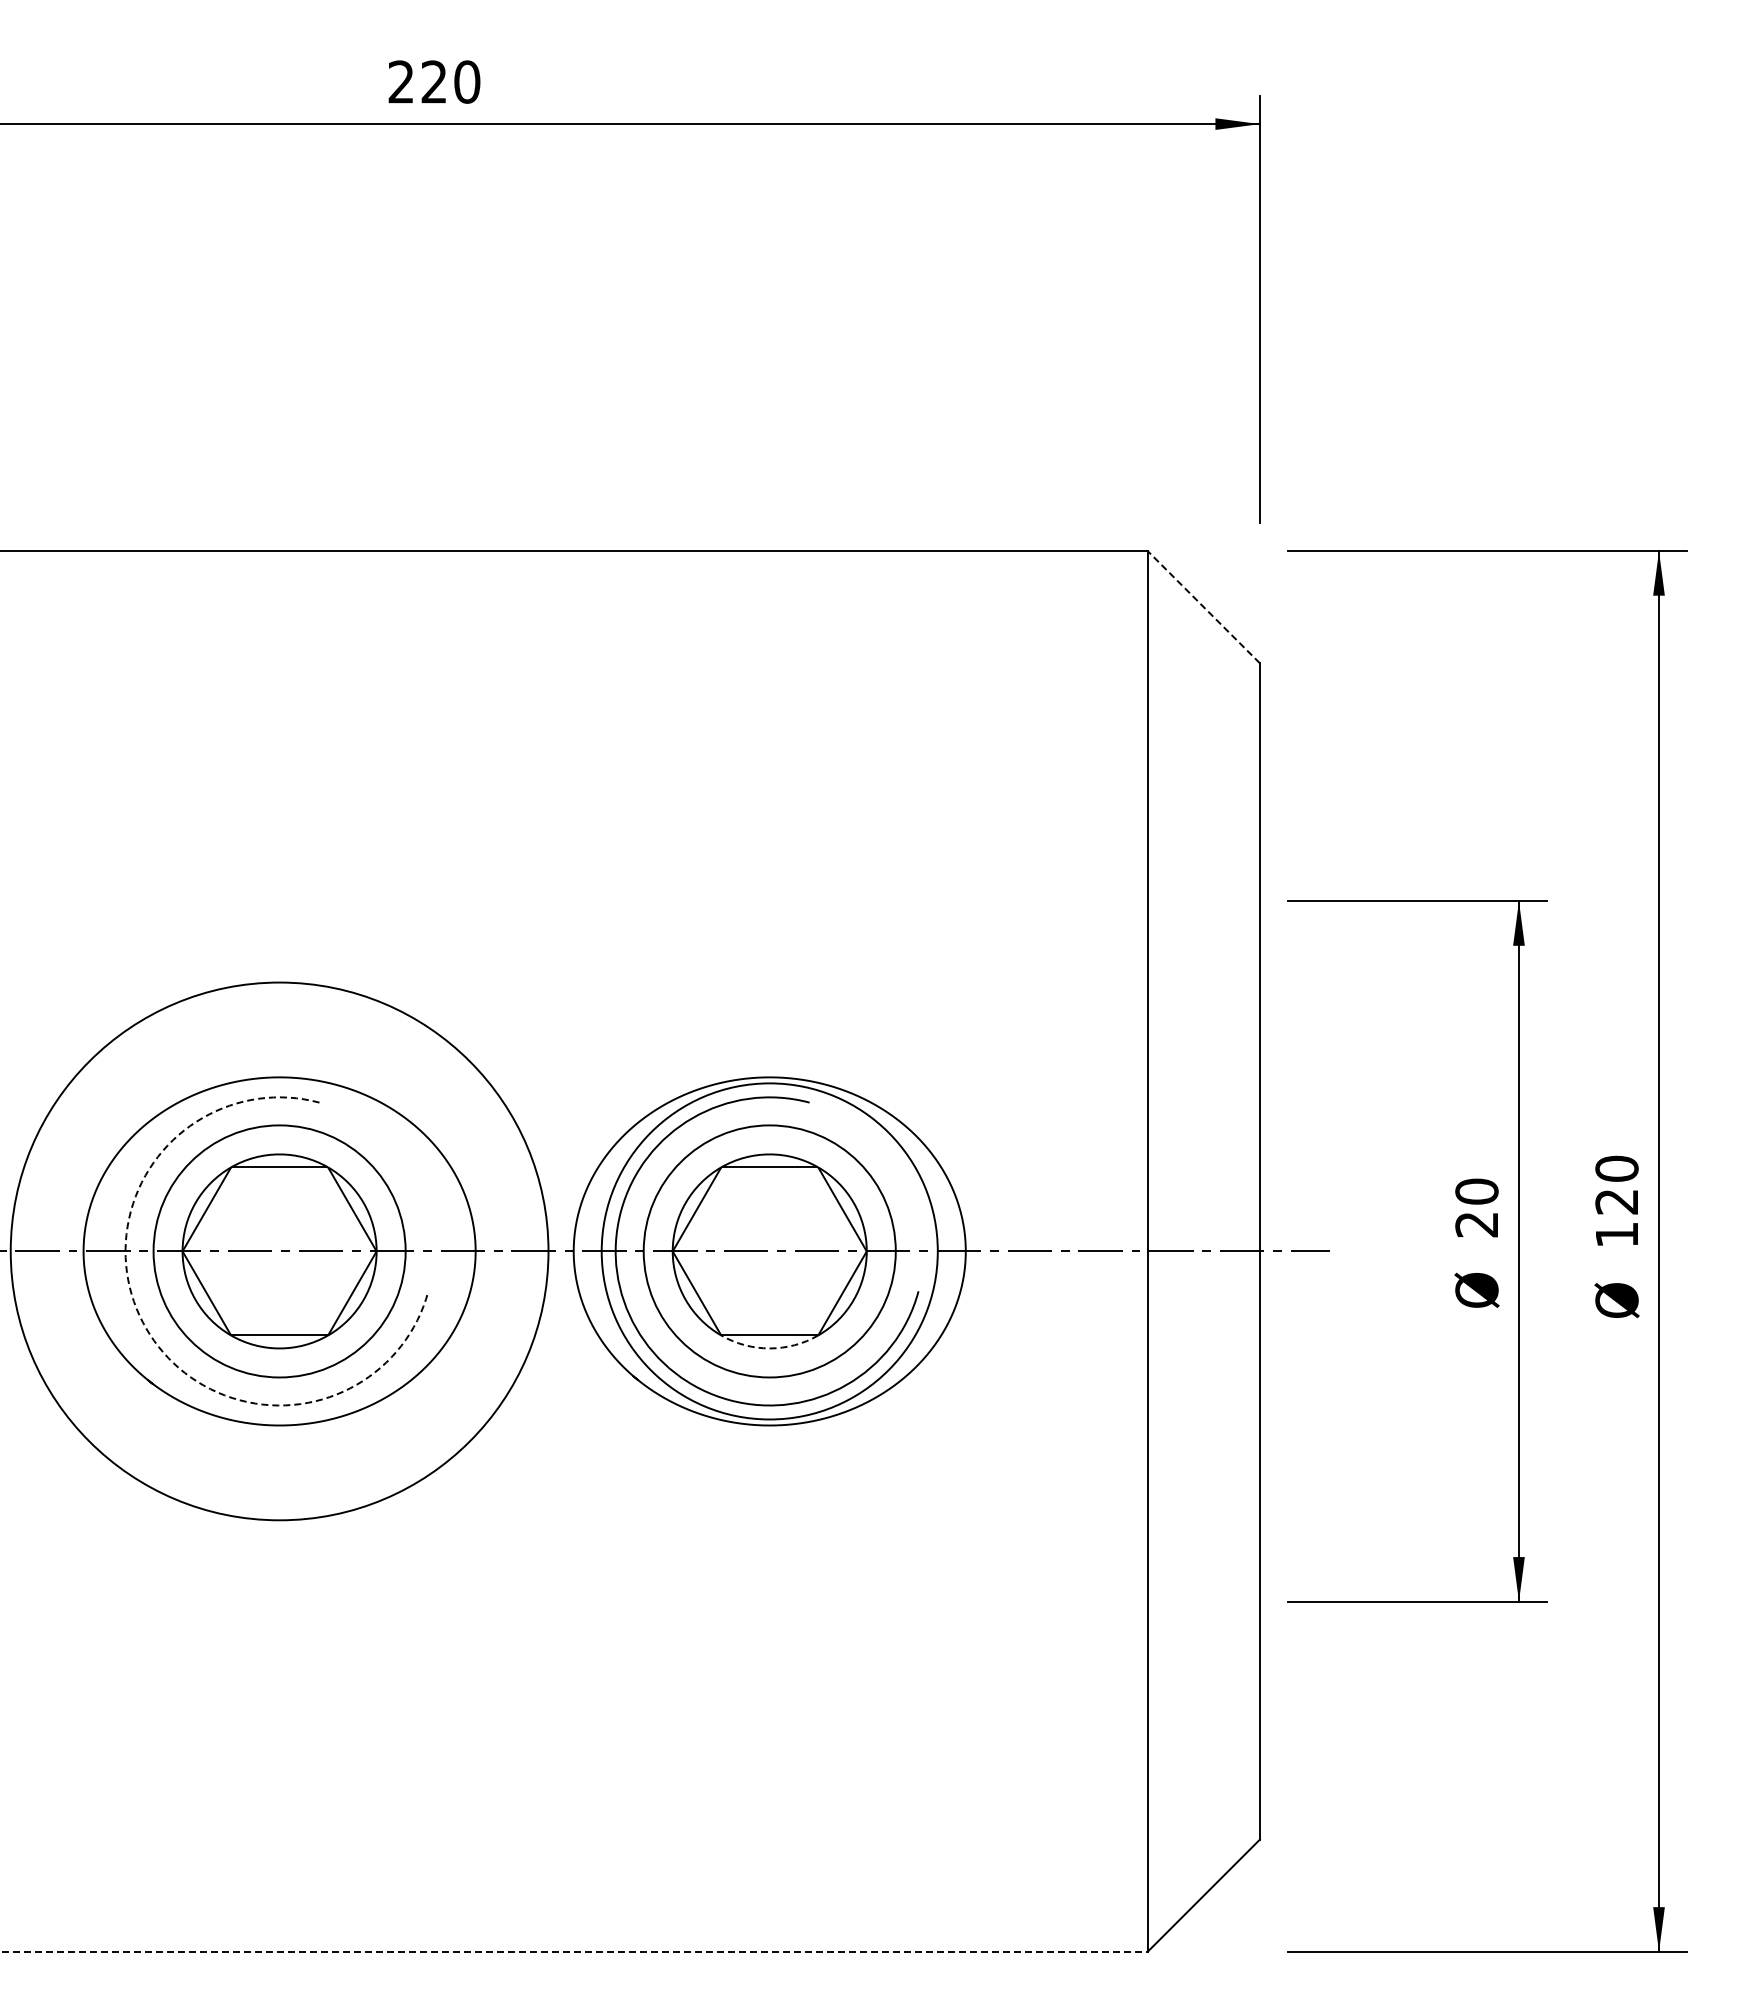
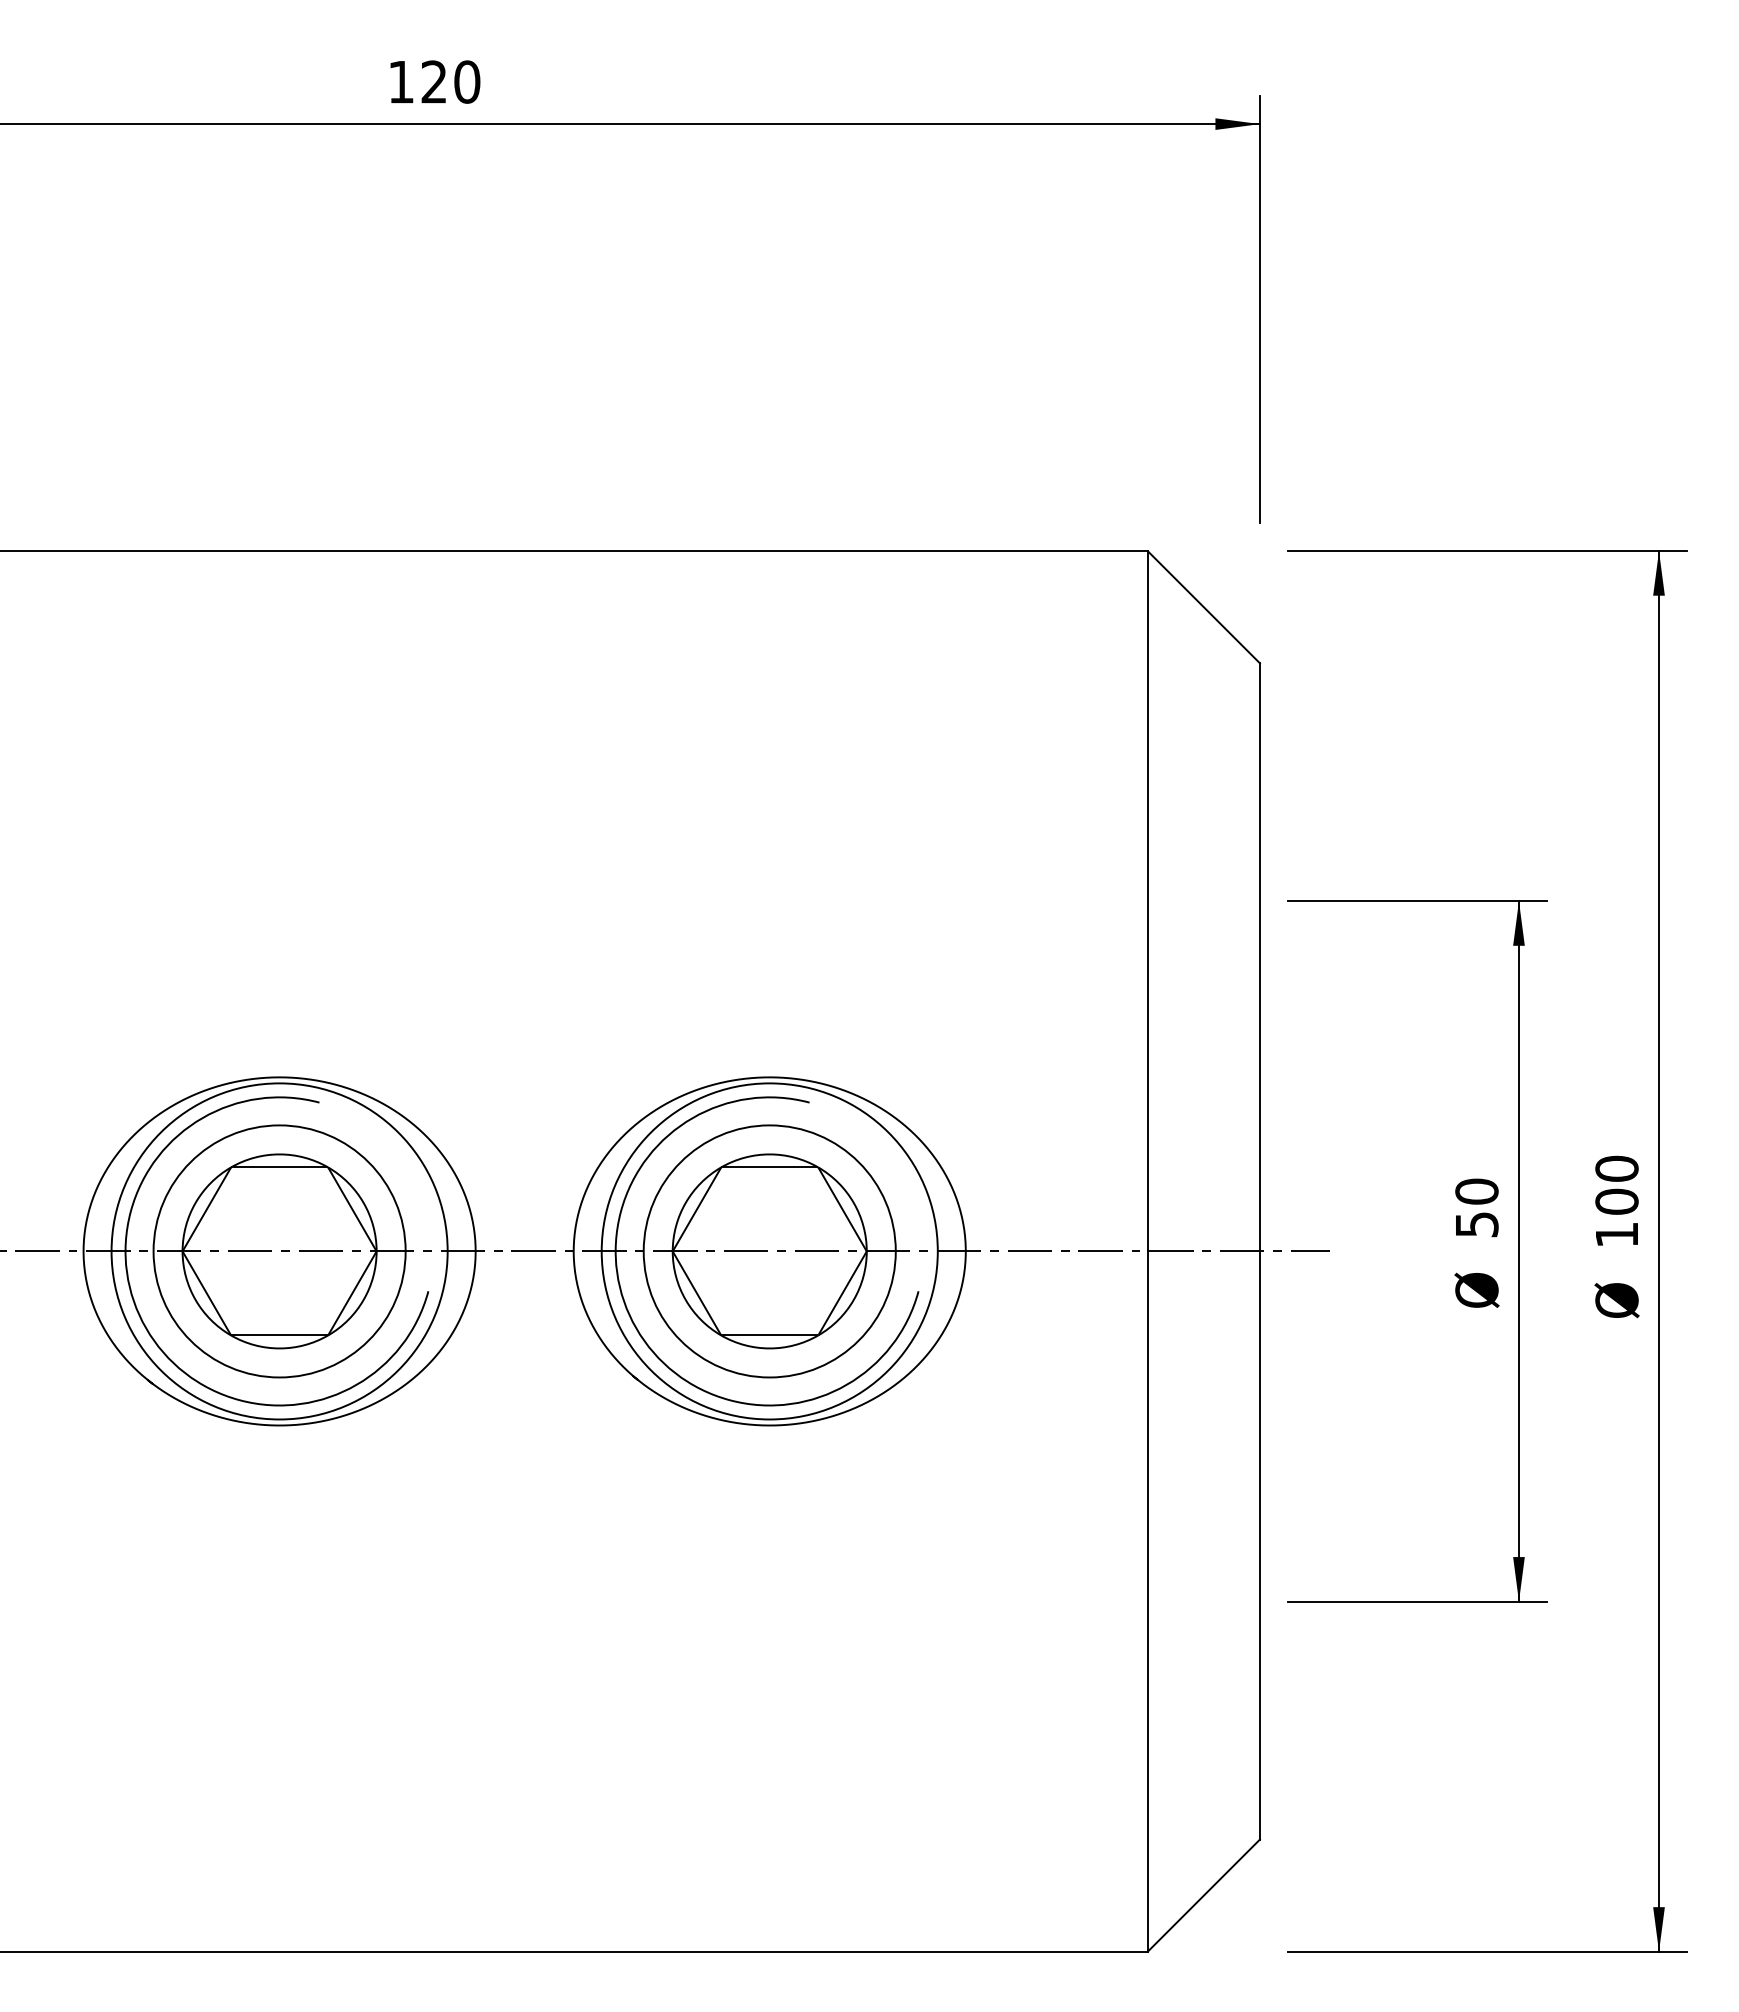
text at (400, 81): 220 -> 120
line at (1203, 606): dashed -> solid
text at (1616, 1201): 120 -> 100
text at (1476, 1224): 20 -> 50
circle at (279, 1251) diameter: 538 px -> 336 px
arc at (146, 1328): dashed -> solid
arc at (769, 1348): dashed -> solid
line at (574, 1951): dashed -> solid
